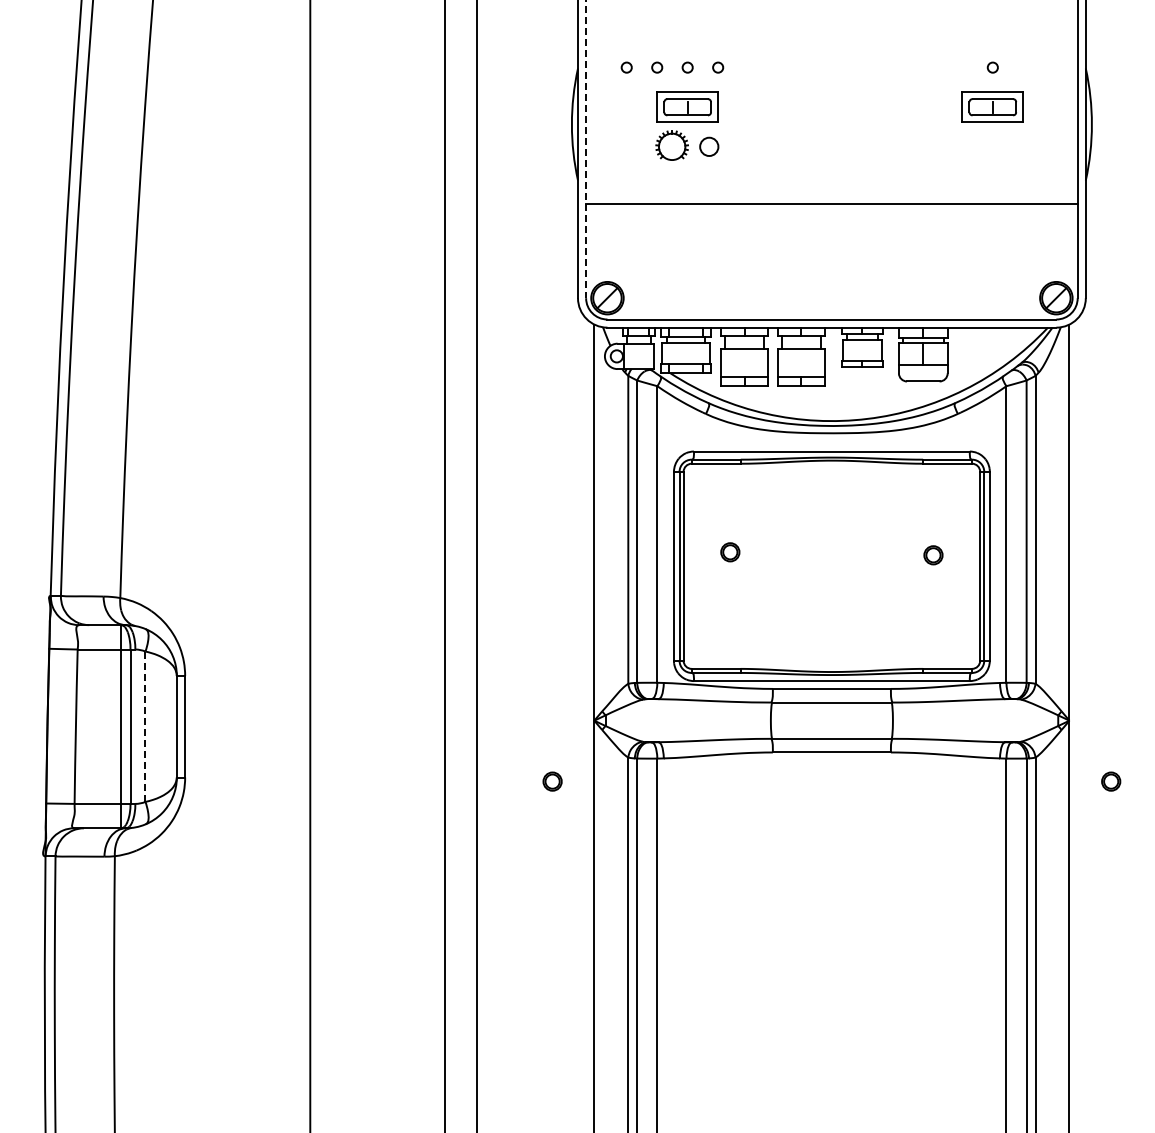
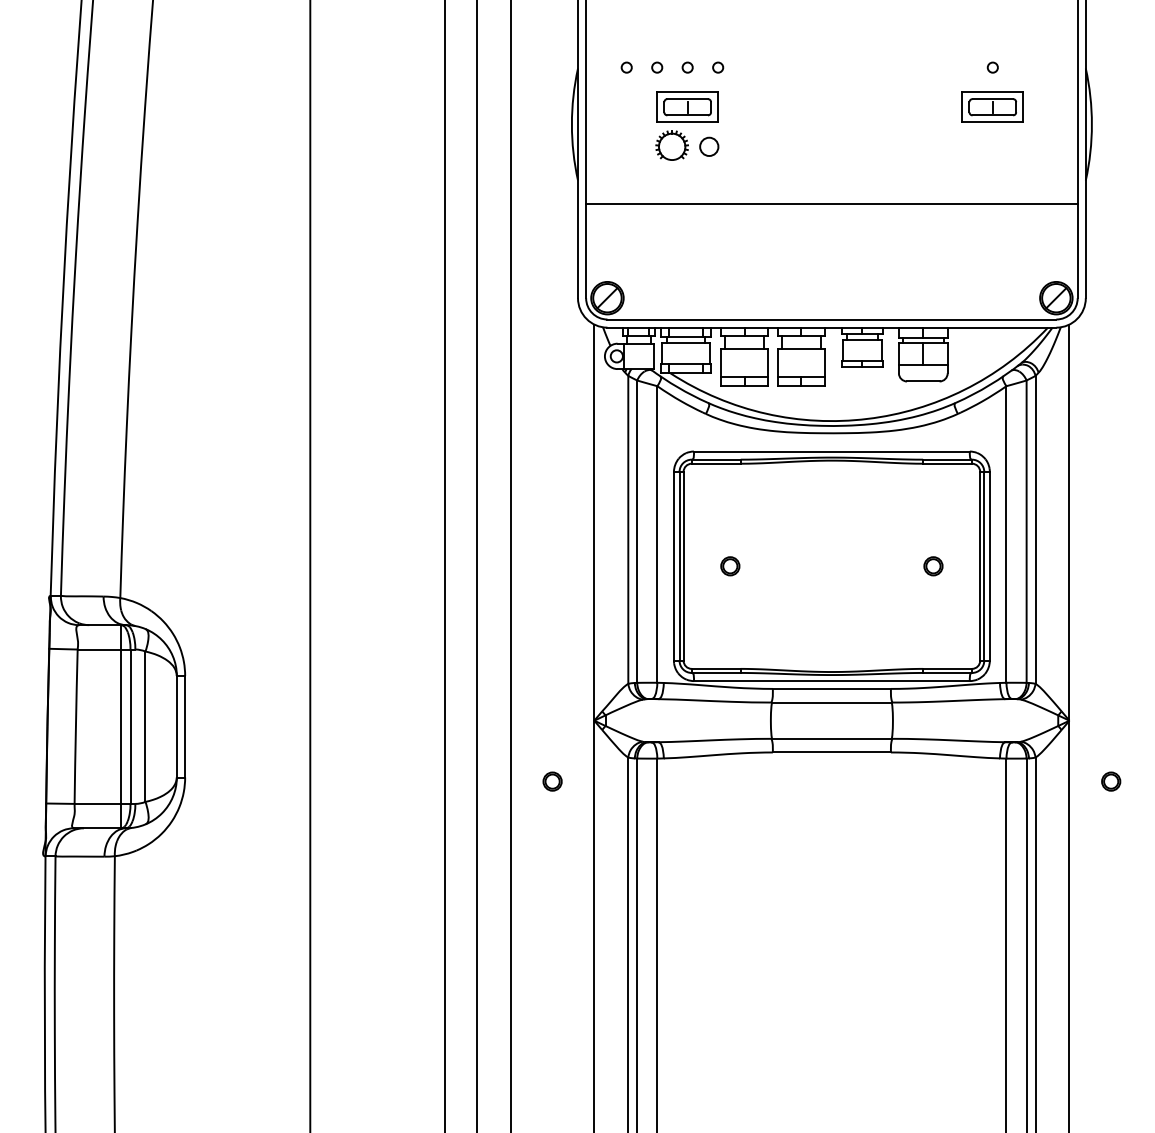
line at (586, 149): dashed -> solid
part at (730, 552) position: (730, 552) -> (730, 566)
part at (933, 555) position: (933, 555) -> (933, 566)
line at (511, 565): none -> present
line at (145, 726): dashed -> solid
